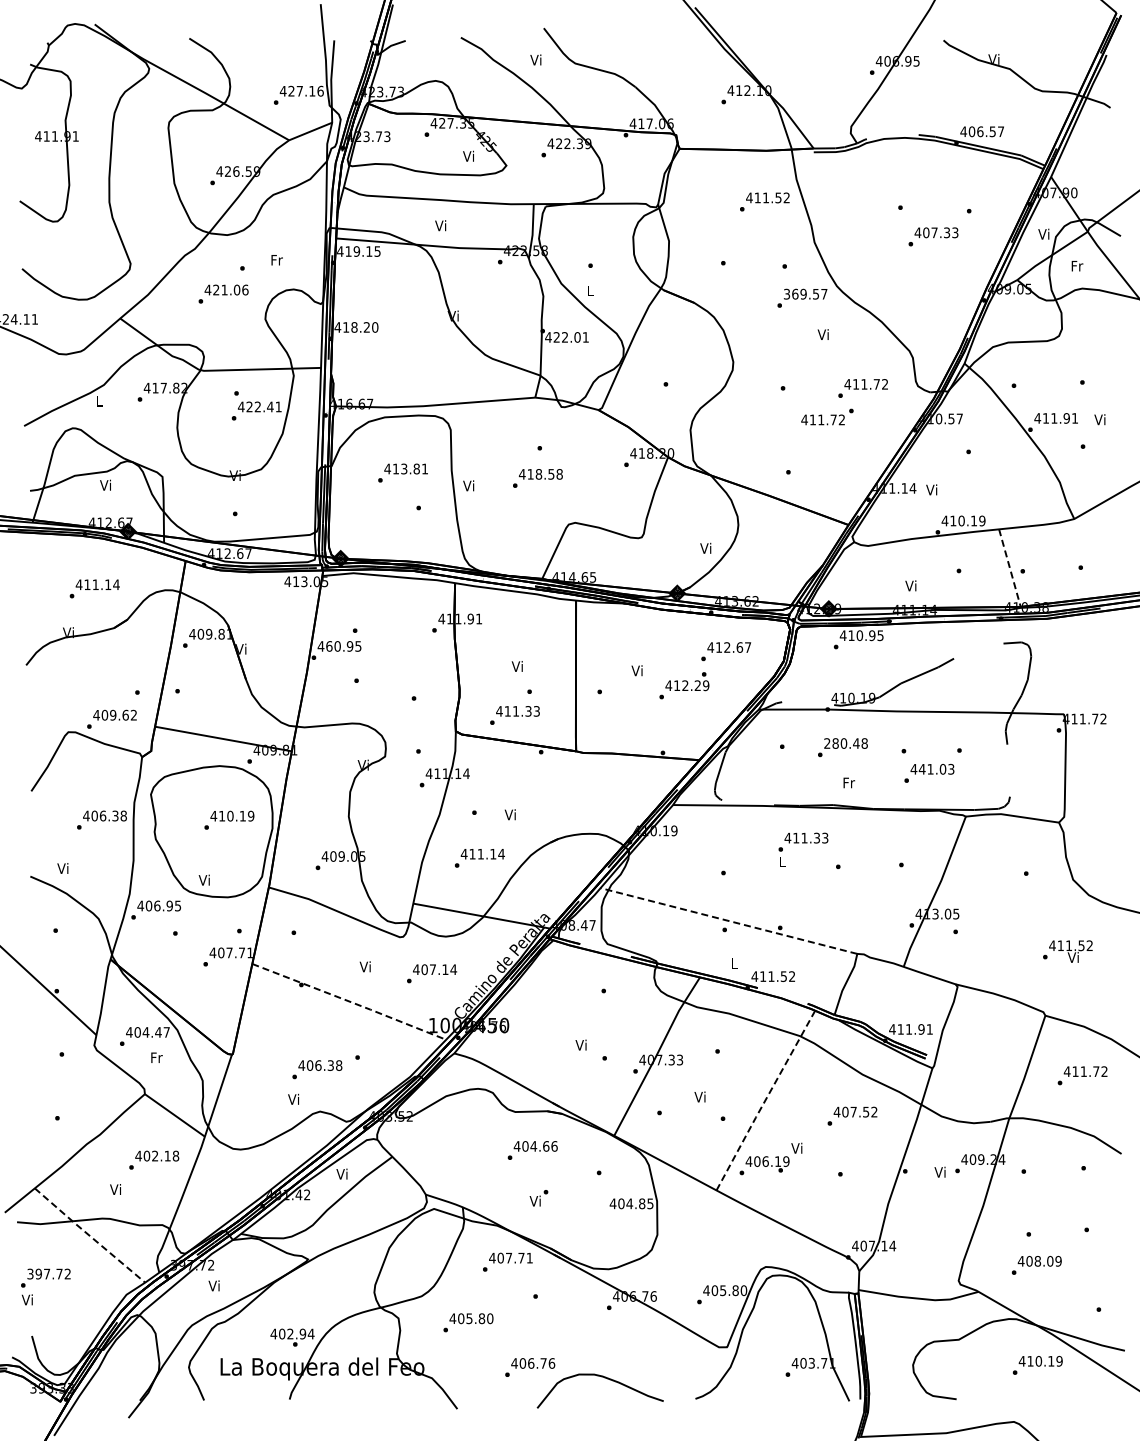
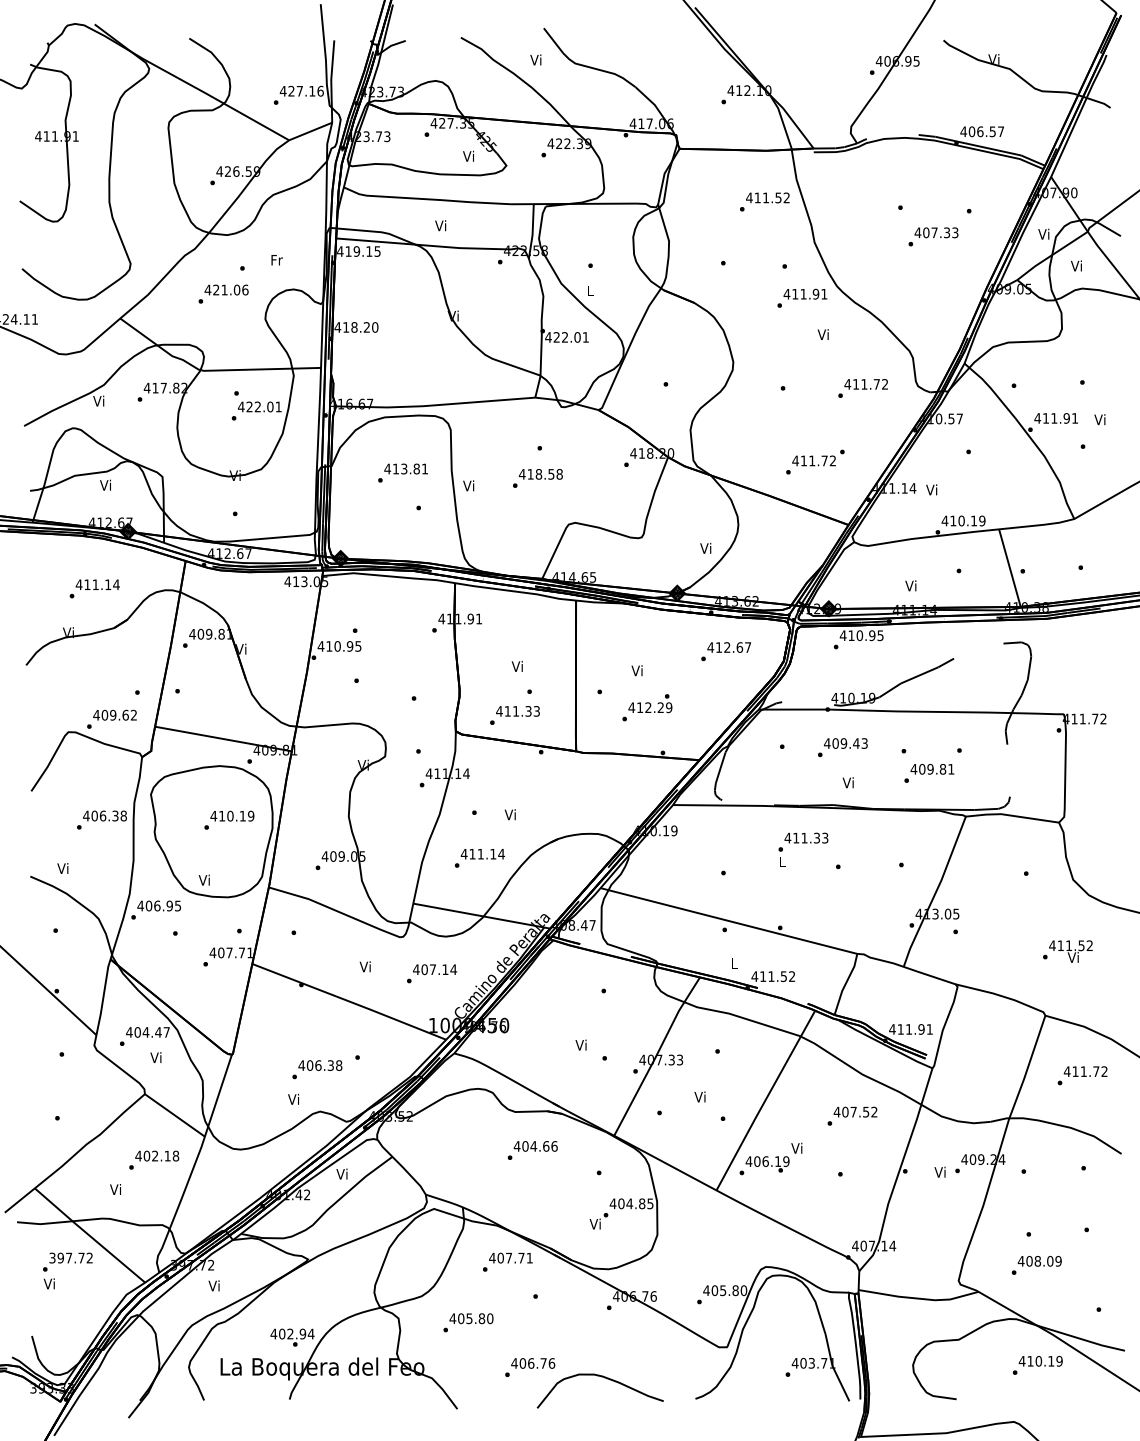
text at (1077, 265): Fr -> Vi
text at (805, 293): 369.57 -> 411.91
text at (98, 400): L -> Vi
text at (270, 406): 422.41 -> 422.01
text at (827, 416) position: (827, 416) -> (818, 457)
line at (1010, 568): dashed -> solid
text at (329, 646): 460.95 -> 410.95
text at (684, 685) position: (684, 685) -> (647, 707)
text at (845, 743): 280.48 -> 409.43
text at (936, 768): 441.03 -> 409.81
text at (848, 782): Fr -> Vi
line at (728, 921): dashed -> solid
line at (350, 1001): dashed -> solid
text at (156, 1057): Fr -> Vi
line at (765, 1100): dashed -> solid
text at (538, 1198) position: (538, 1198) -> (598, 1221)
line at (89, 1235): dashed -> solid
text at (45, 1286) position: (45, 1286) -> (67, 1270)
